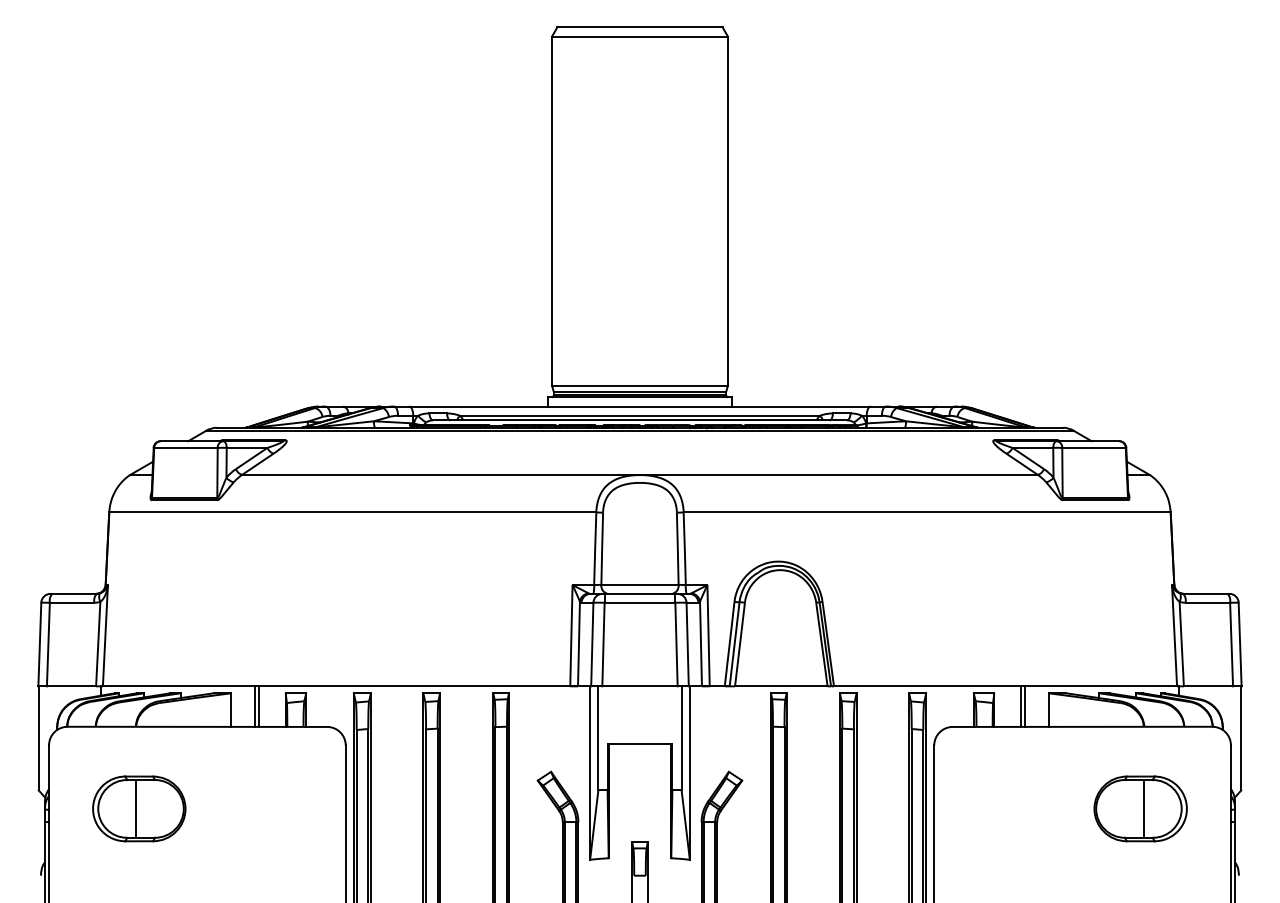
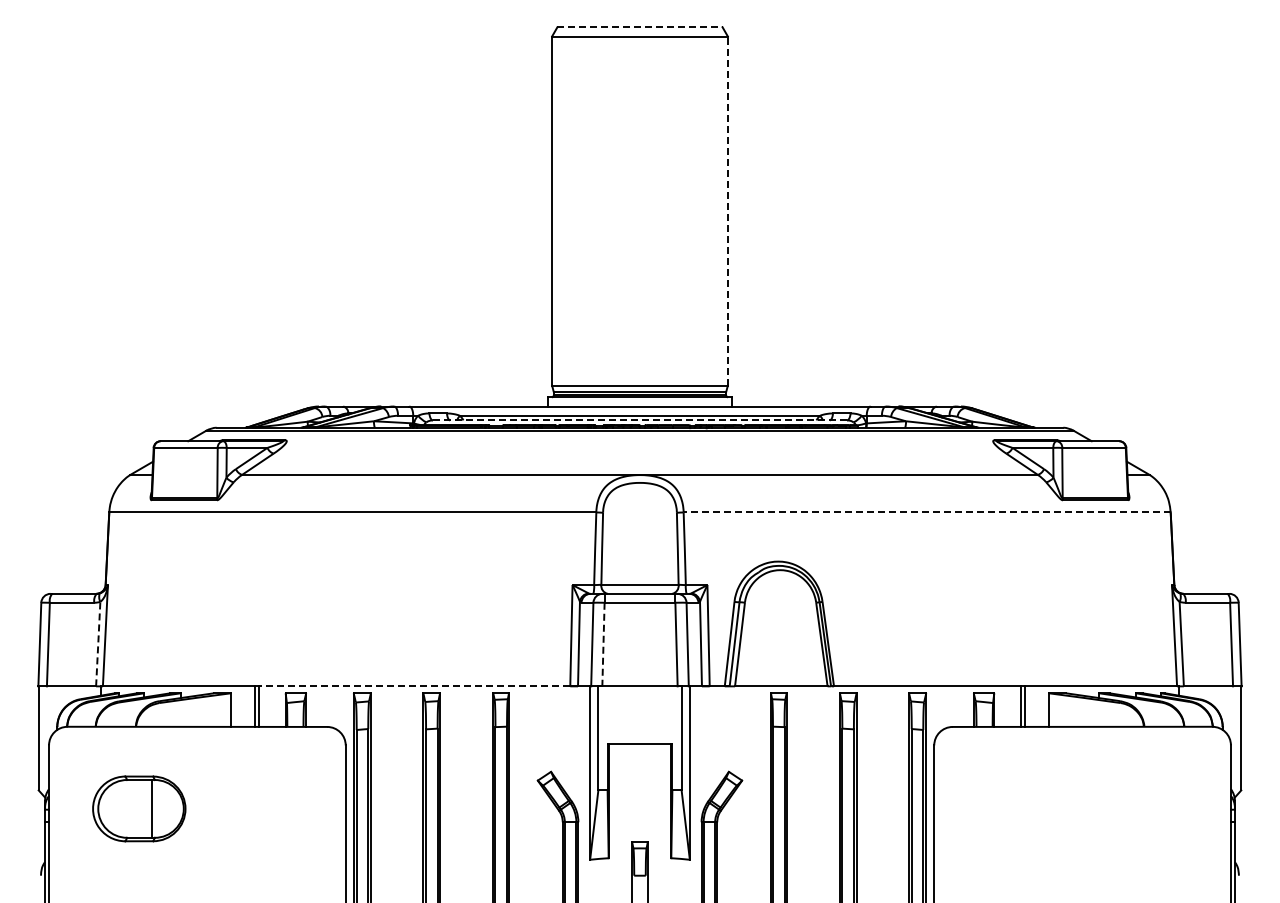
line at (640, 27): solid -> dashed
line at (727, 211): solid -> dashed
line at (640, 420): solid -> dashed
line at (927, 512): solid -> dashed
line at (98, 644): solid -> dashed
line at (603, 644): solid -> dashed
line at (414, 686): solid -> dashed
line at (135, 808) position: (135, 808) -> (151, 808)
part at (1140, 808): present -> none
